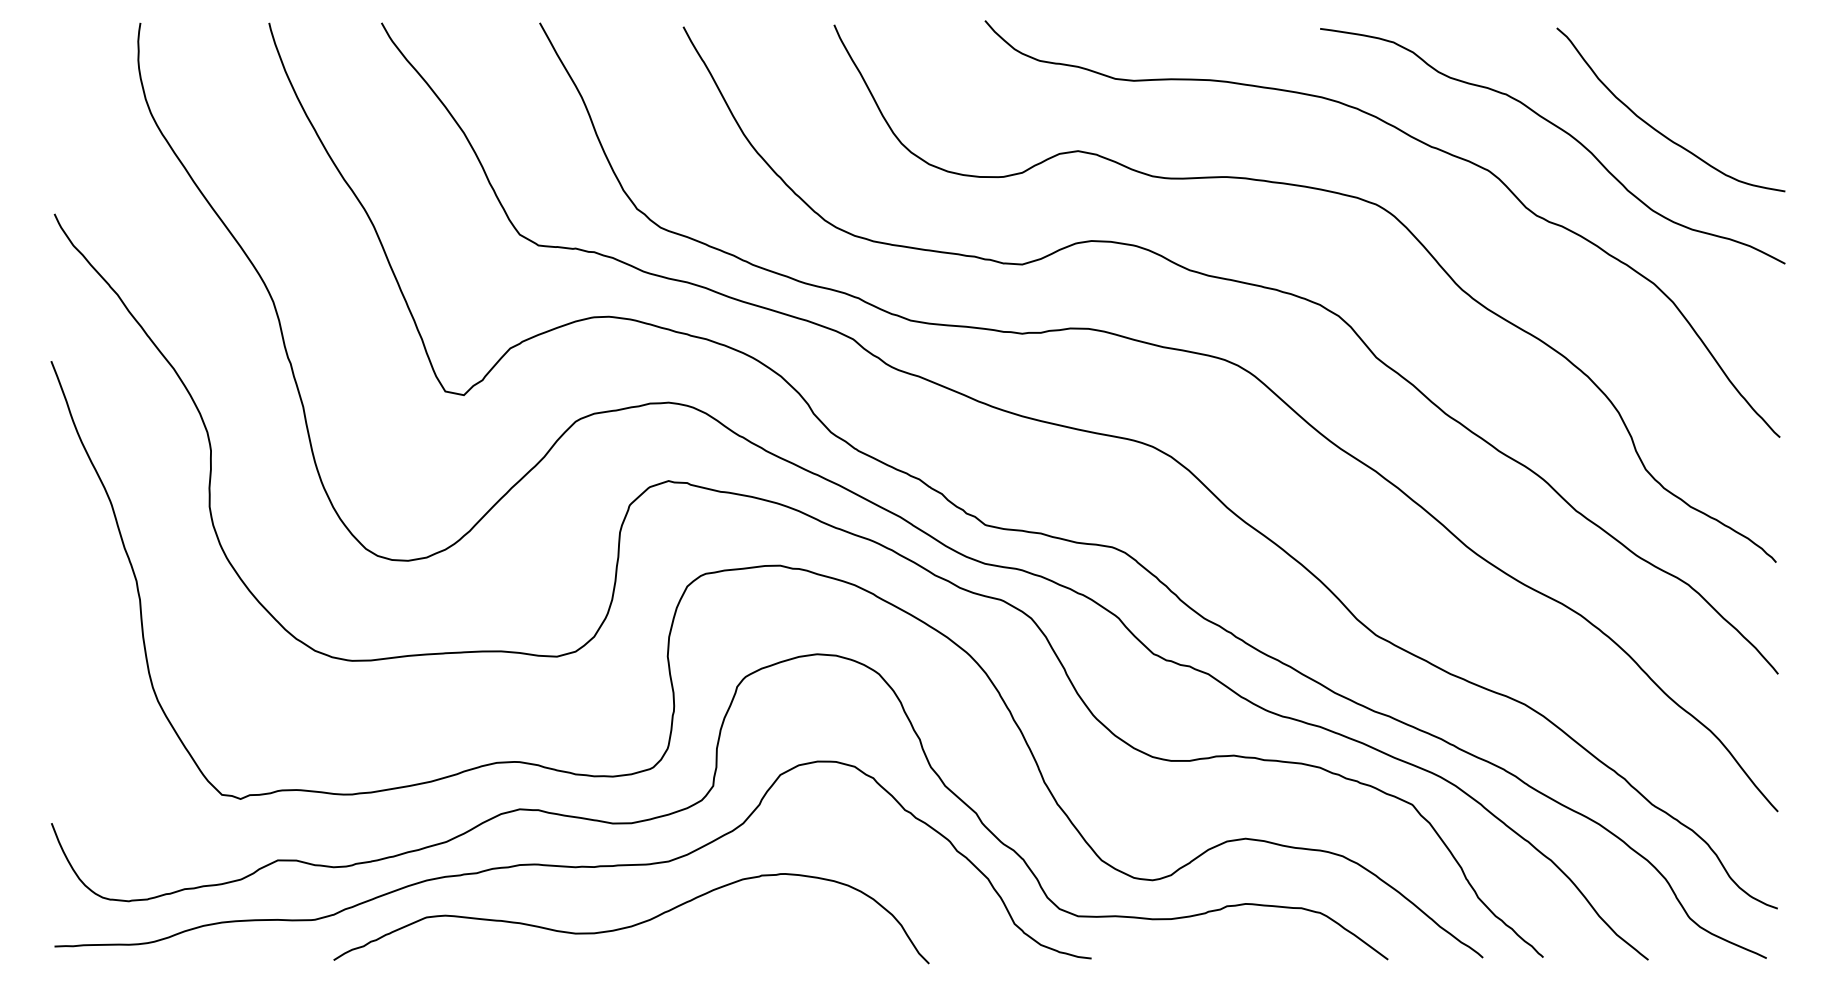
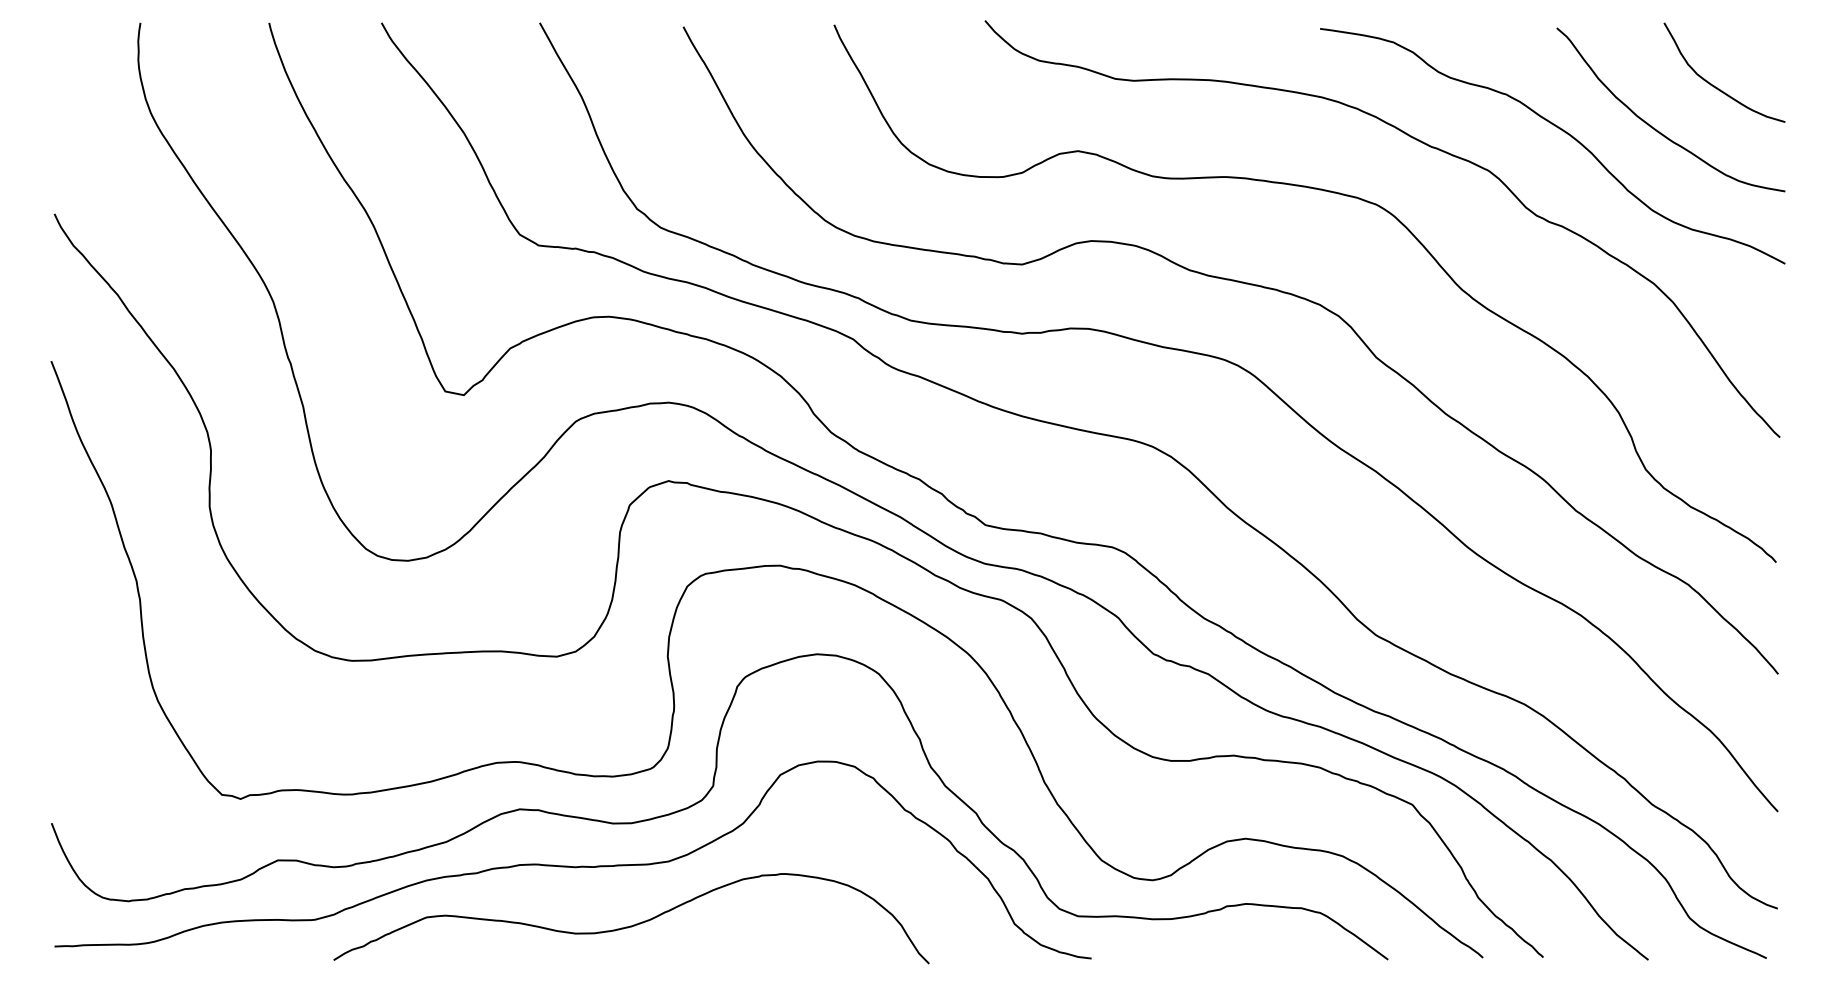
curve at (1716, 86): none -> present
